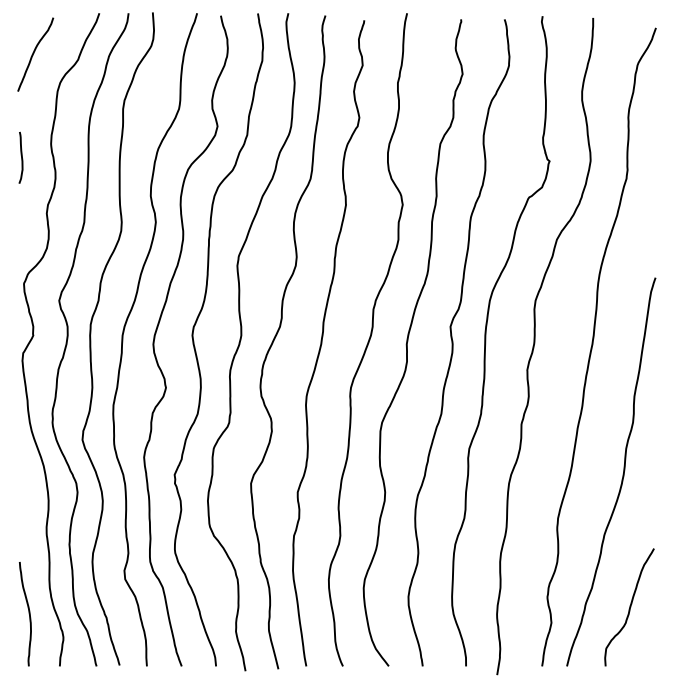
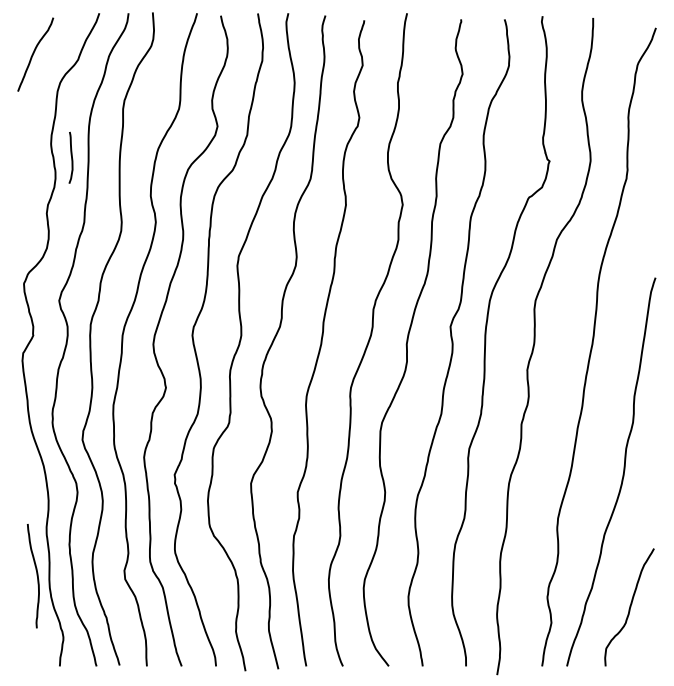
curve at (21, 157) position: (21, 157) -> (71, 157)
curve at (28, 613) position: (28, 613) -> (36, 575)
